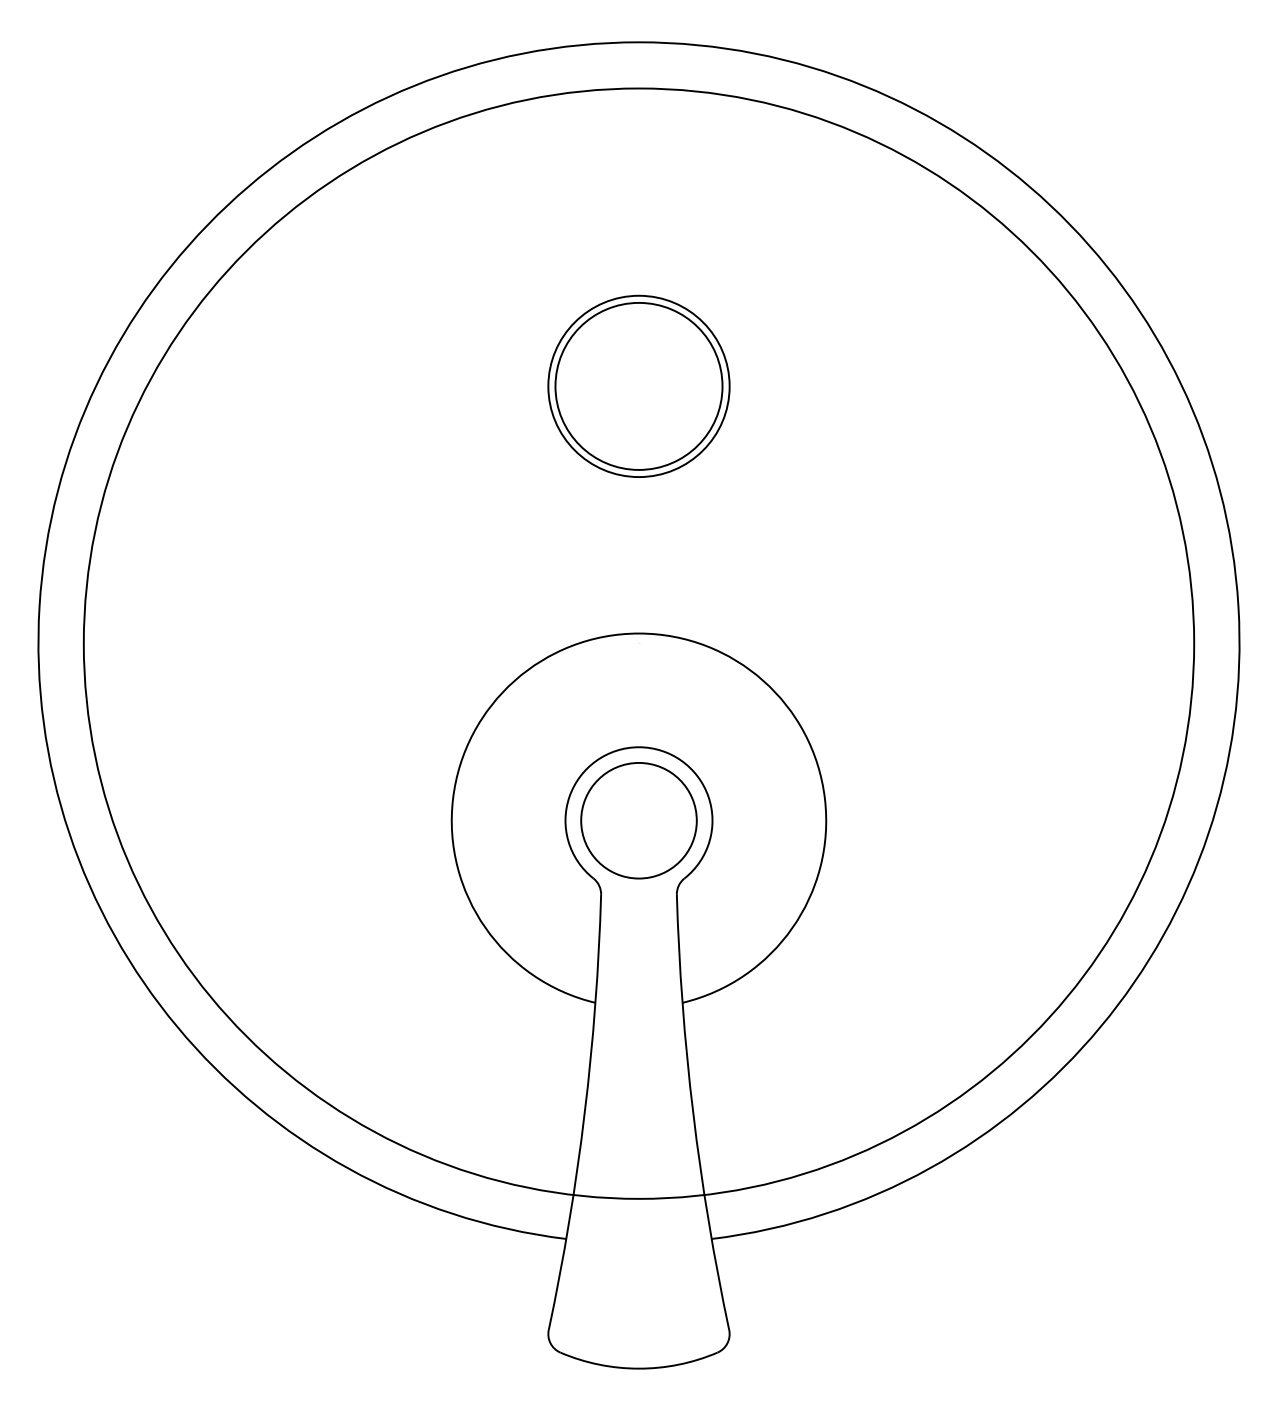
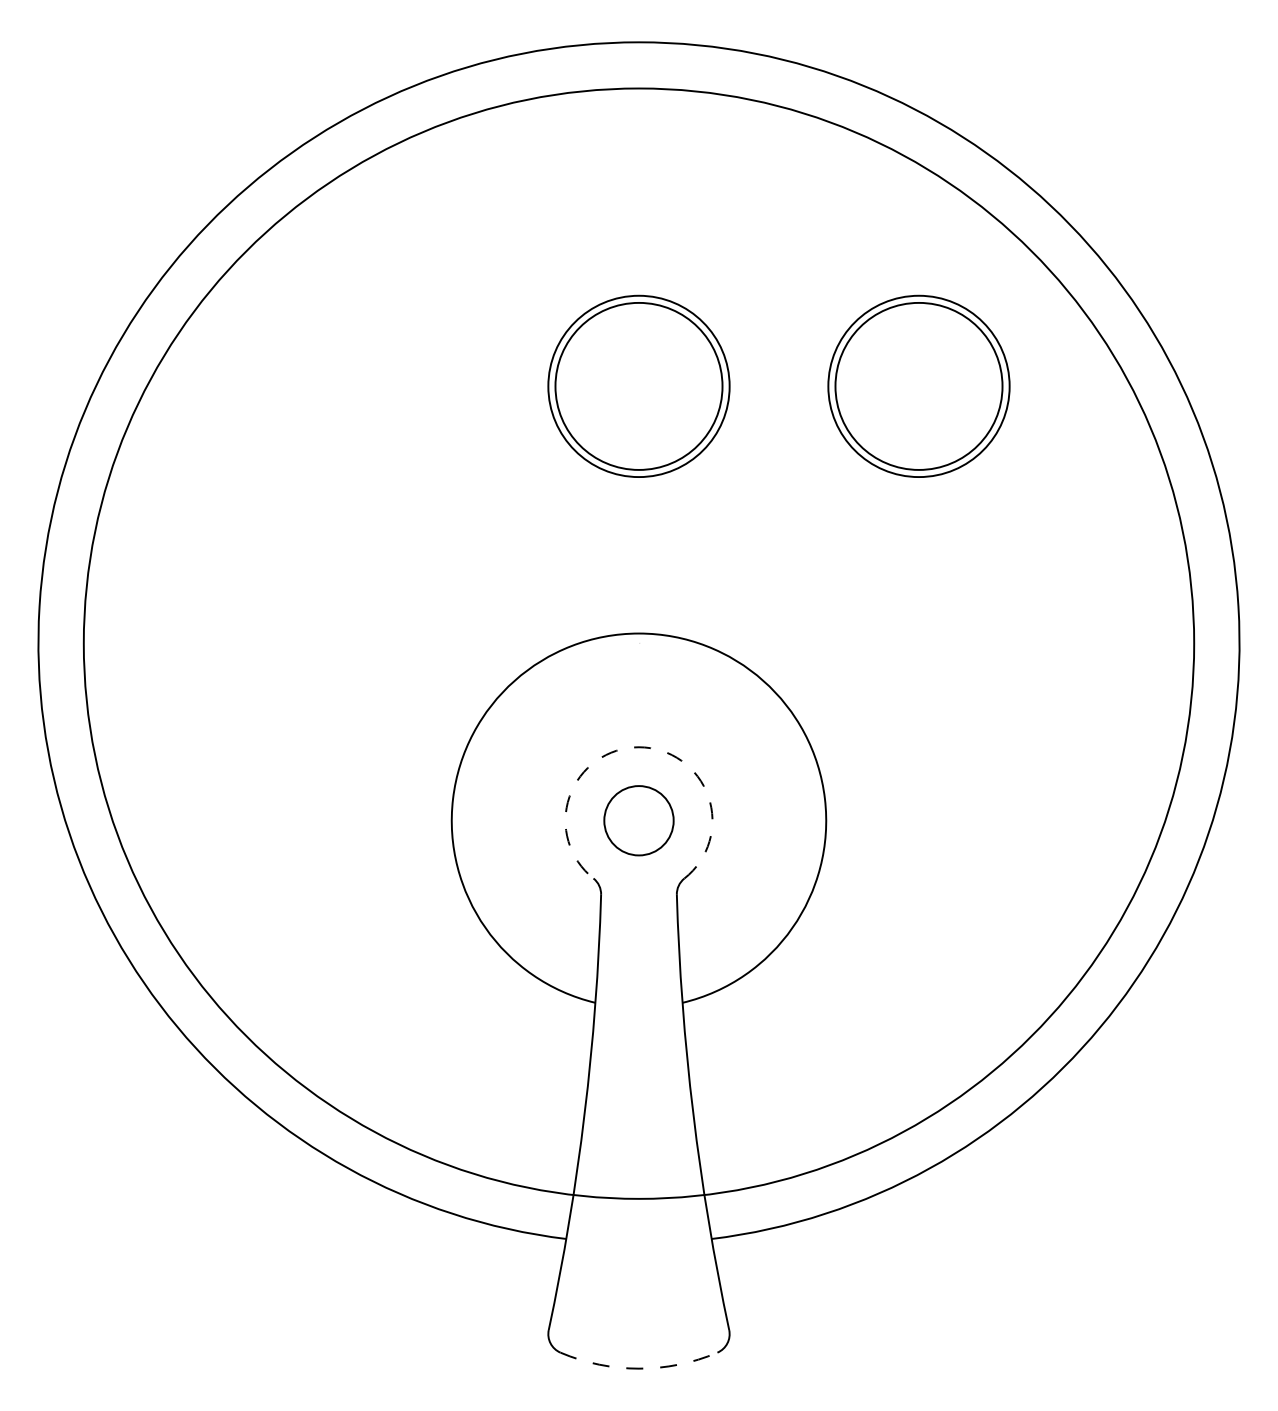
part at (918, 385): none -> present
arc at (639, 747): solid -> dashed
circle at (638, 820) diameter: 116 px -> 69 px
arc at (639, 1368): solid -> dashed
